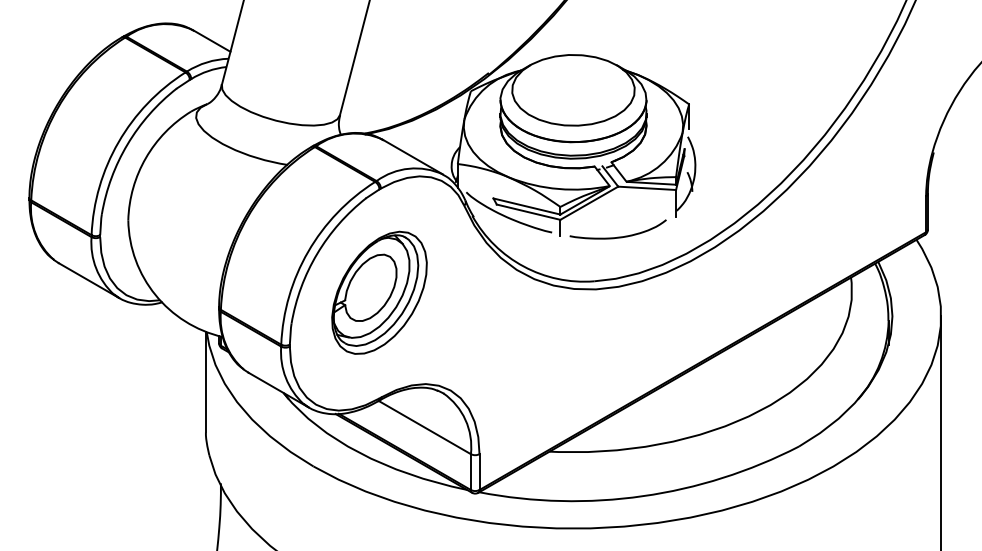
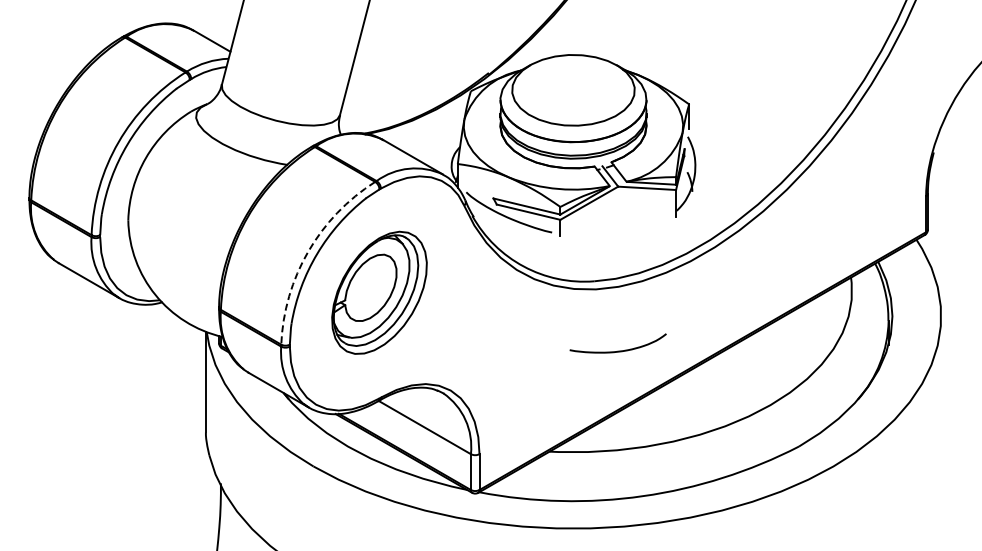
curve at (617, 236) position: (617, 236) -> (617, 350)
arc at (308, 251): solid -> dashed
line at (941, 431): present -> none
